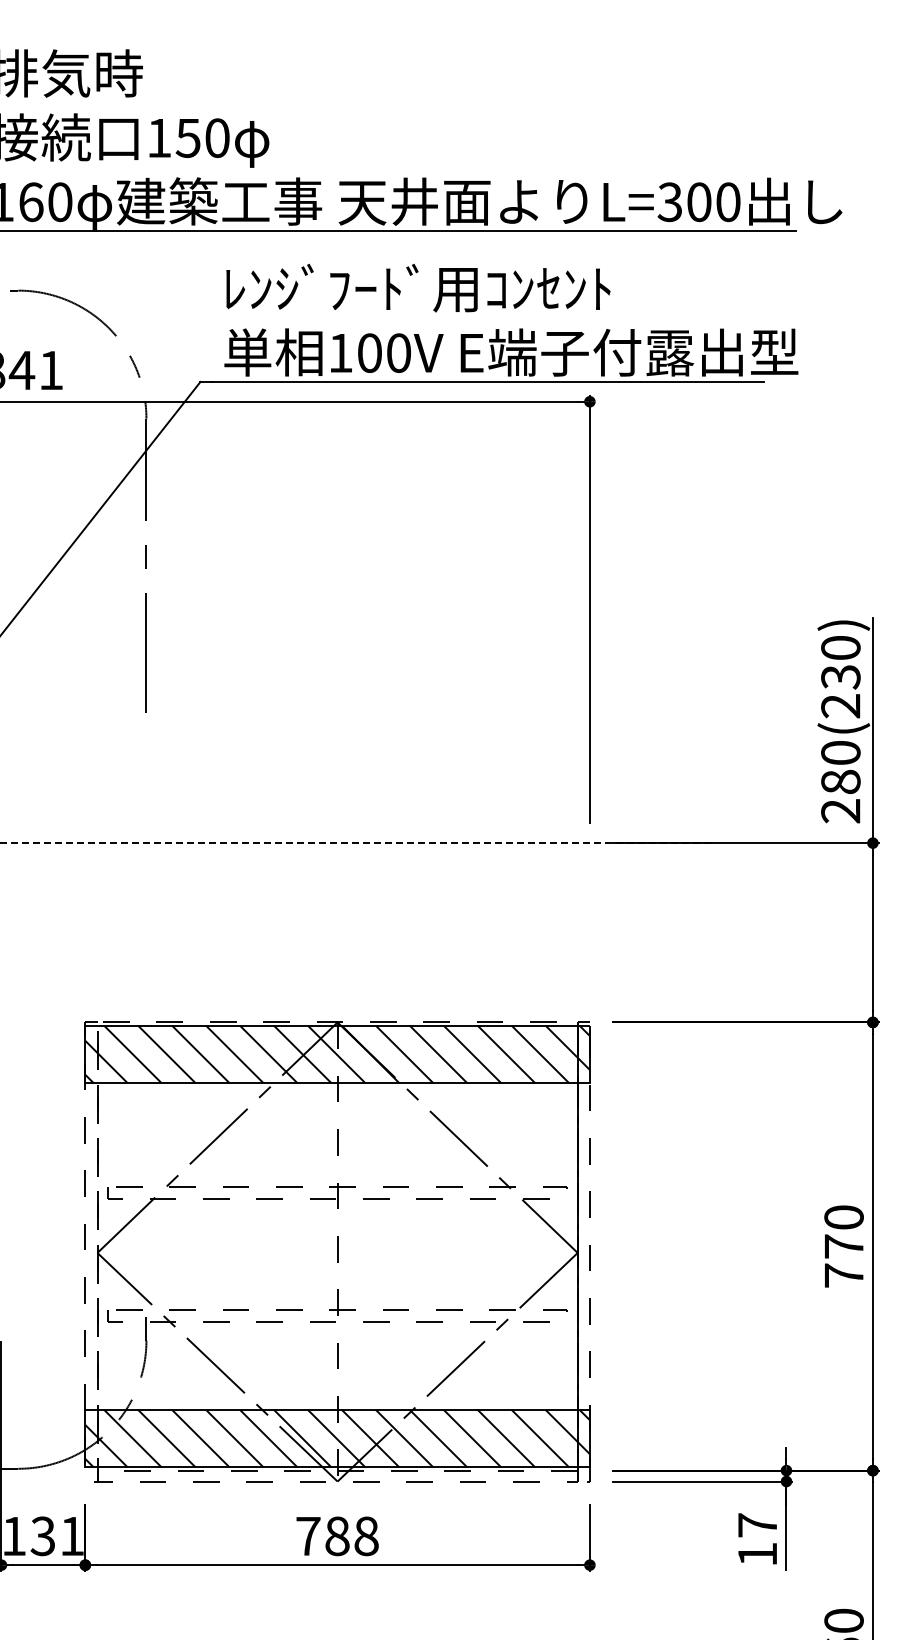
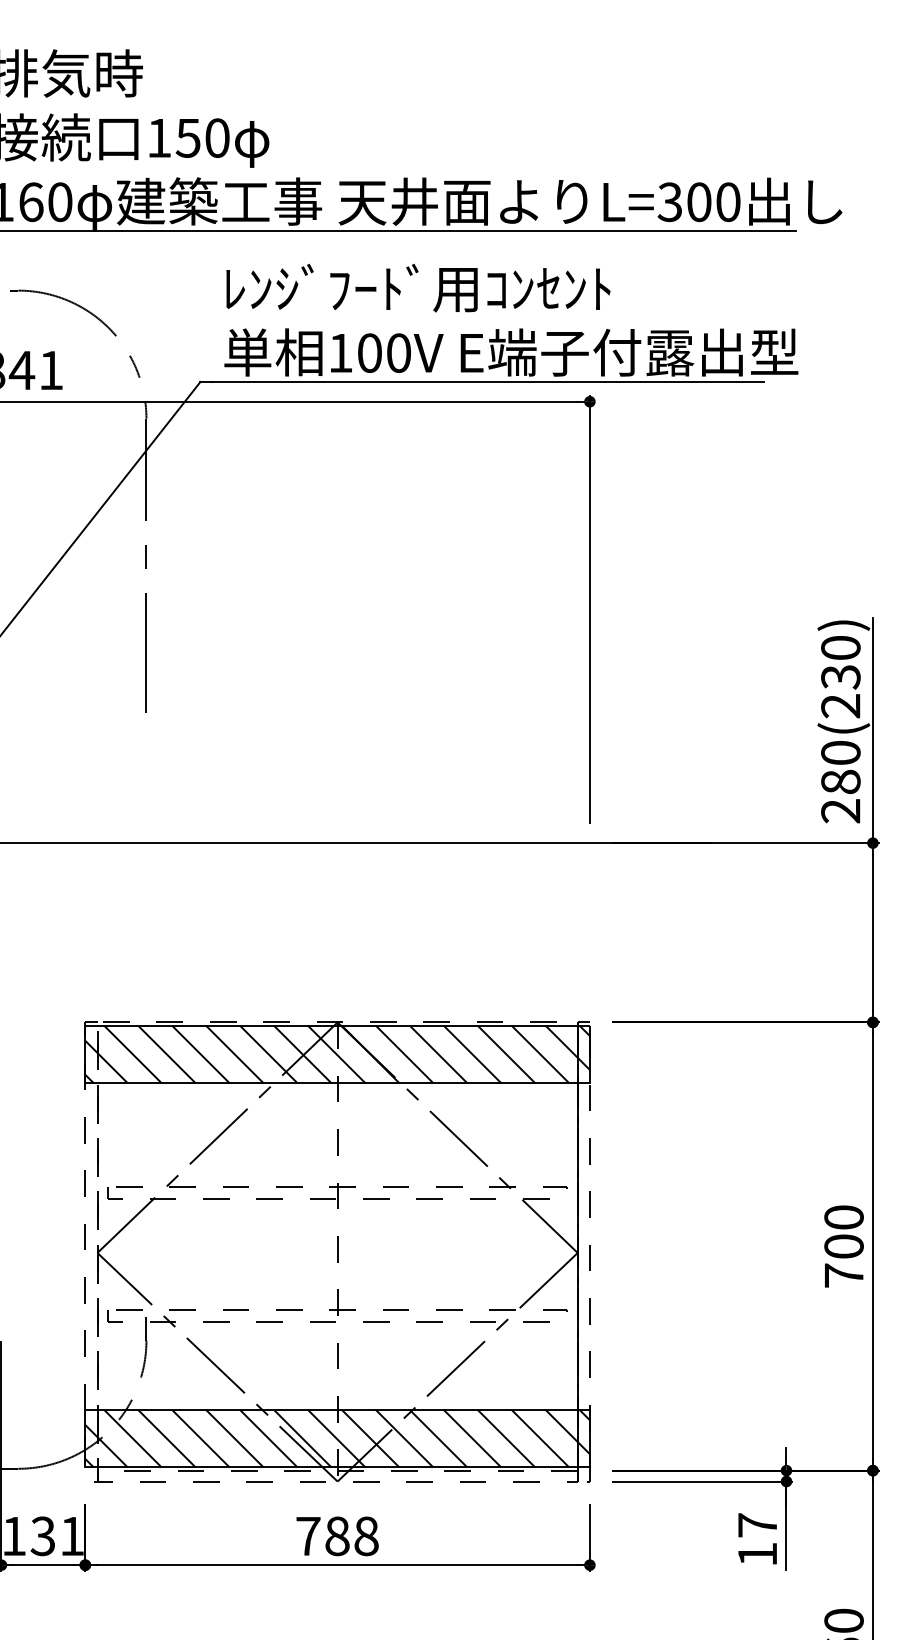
line at (355, 843): dashed -> solid
text at (843, 1246): 770 -> 700
